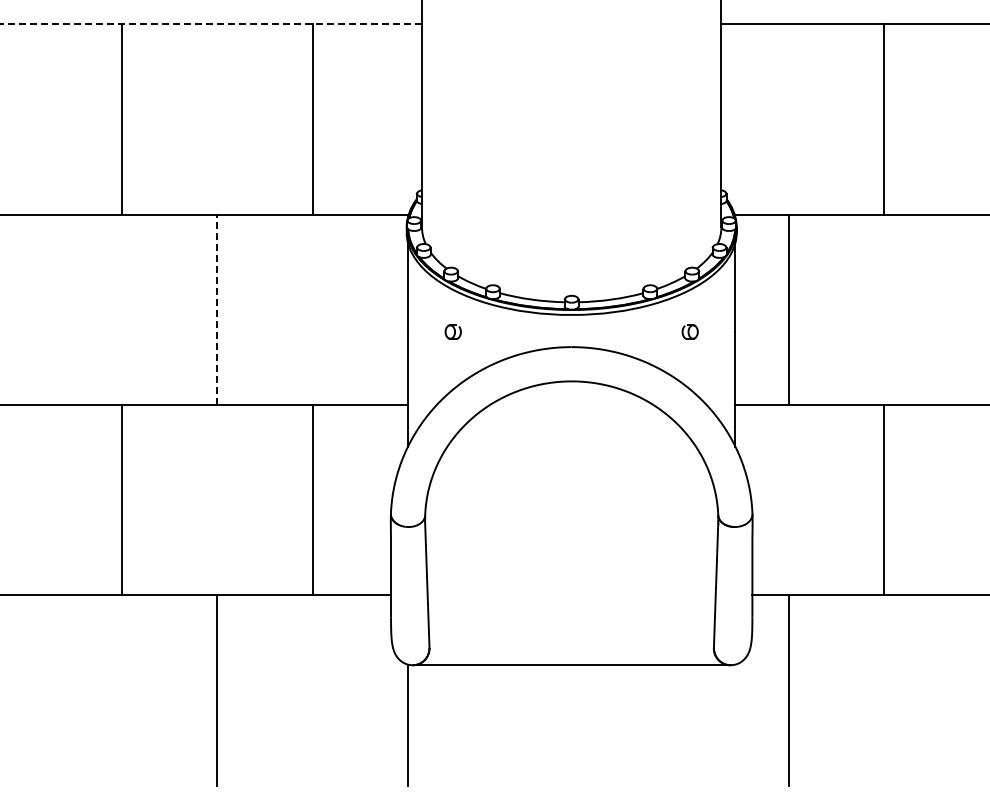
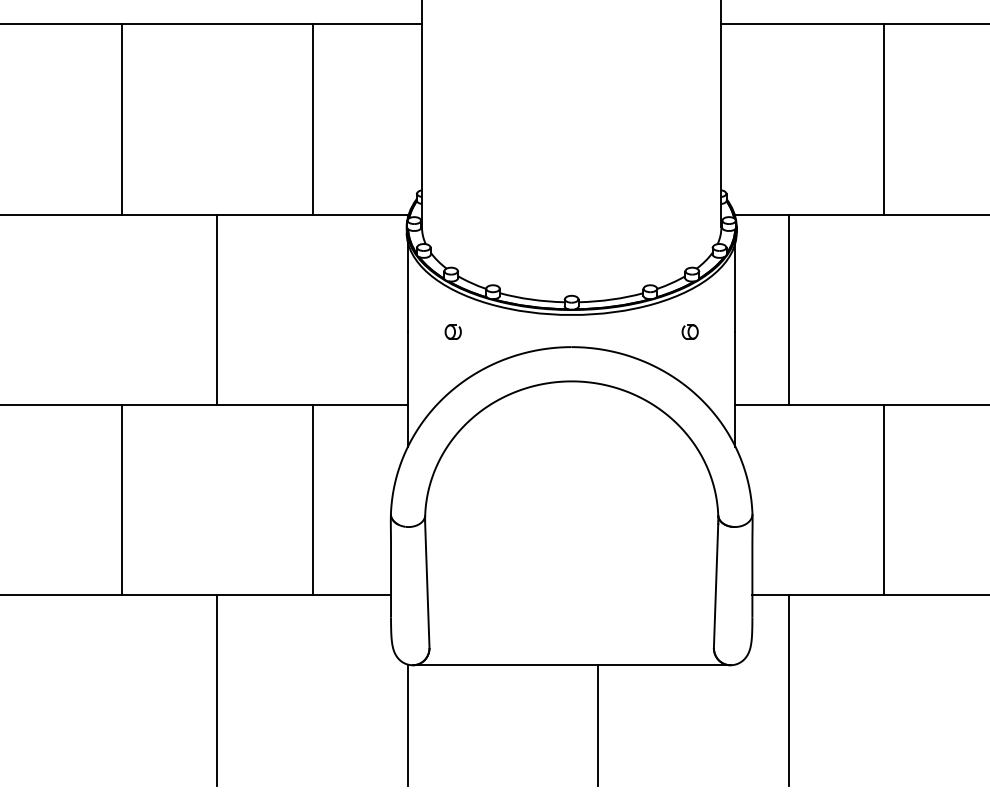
line at (211, 24): dashed -> solid
line at (217, 309): dashed -> solid
line at (598, 725): none -> present
